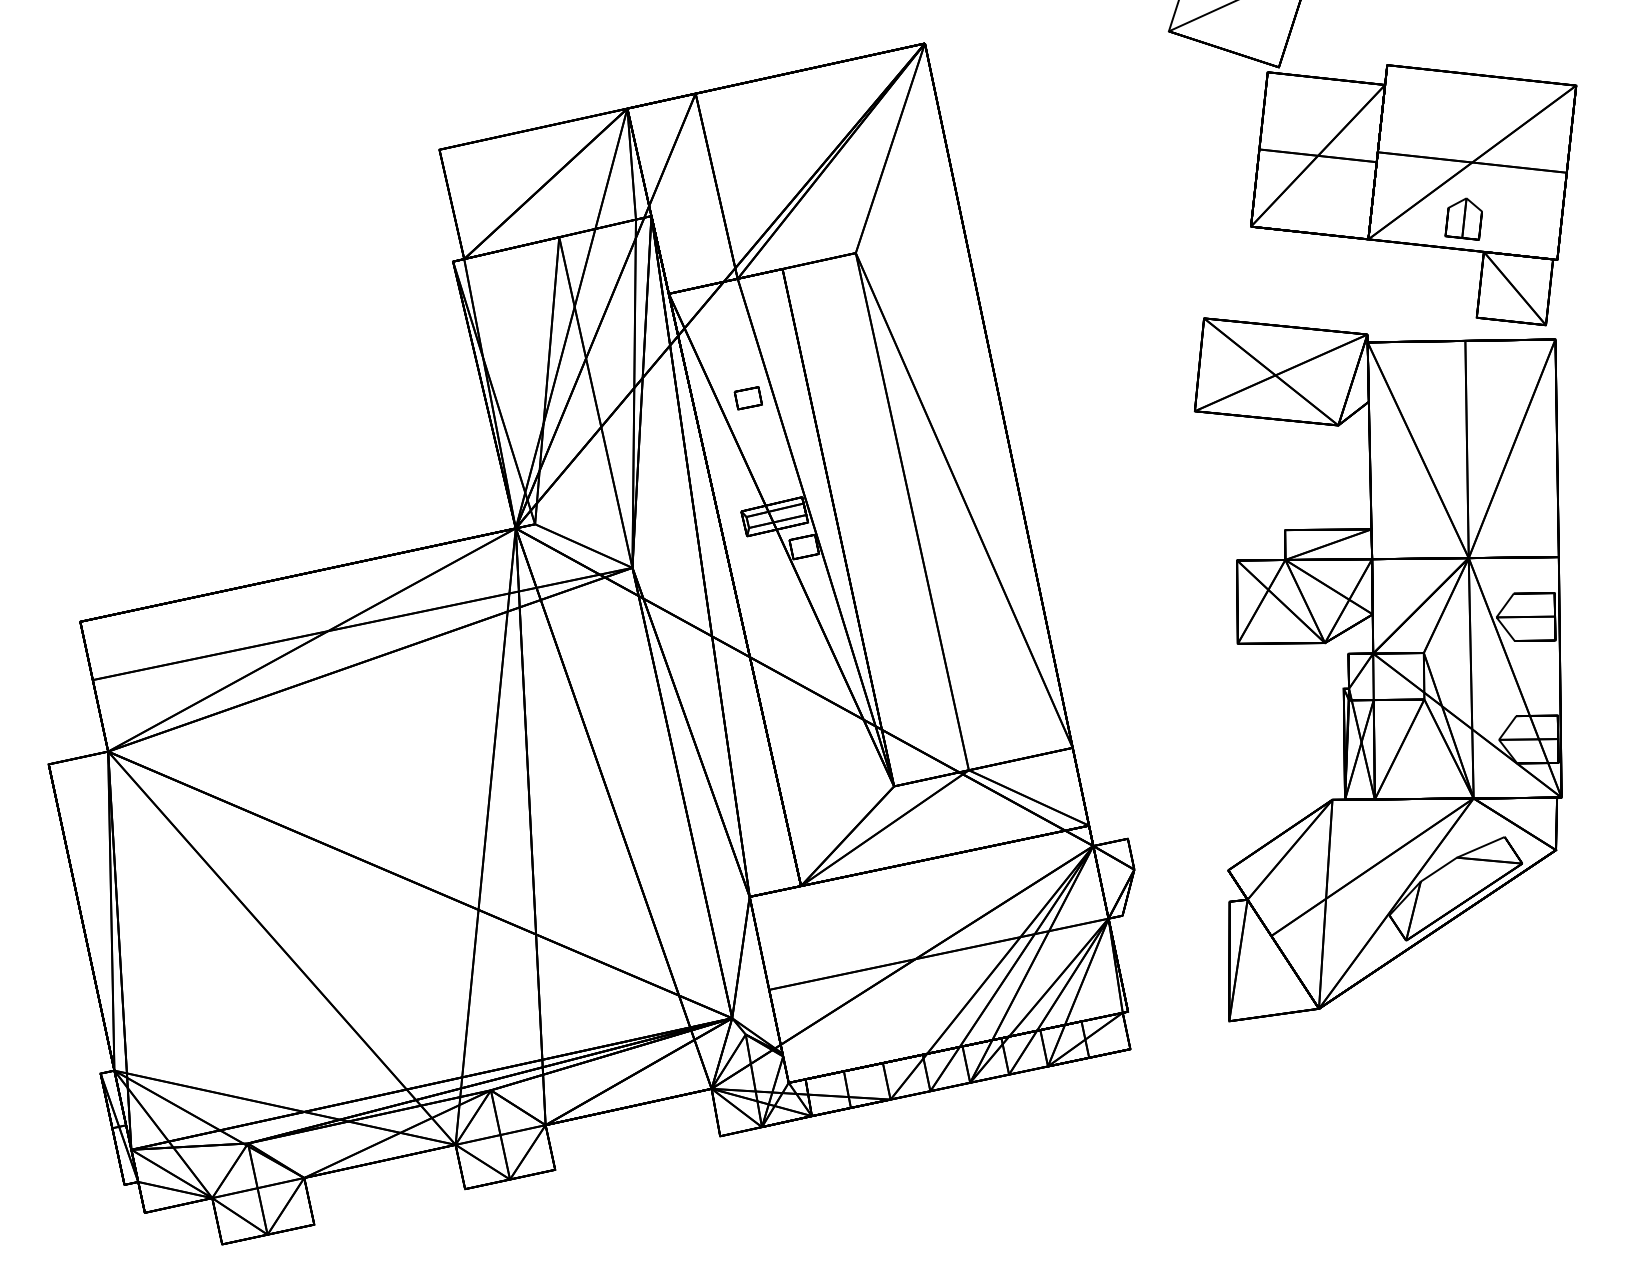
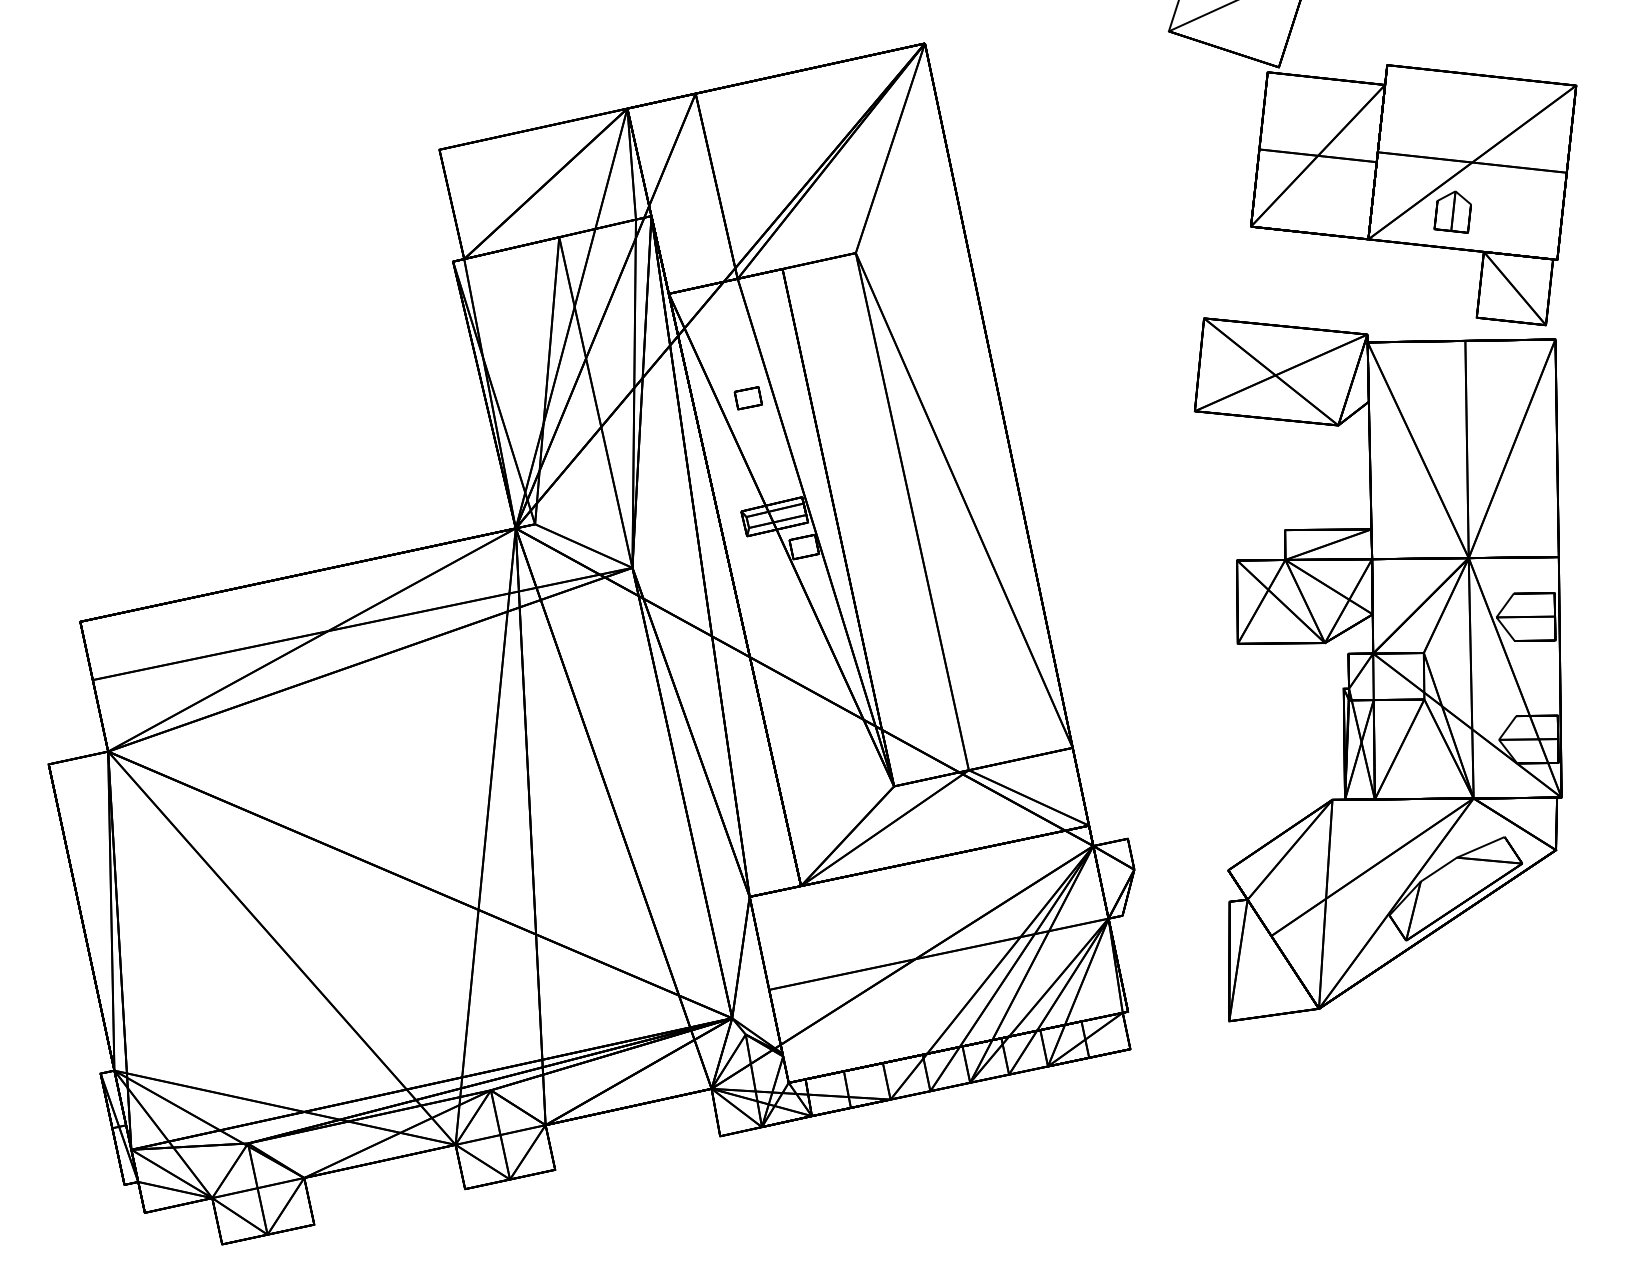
part at (1463, 218) position: (1463, 218) -> (1452, 211)
